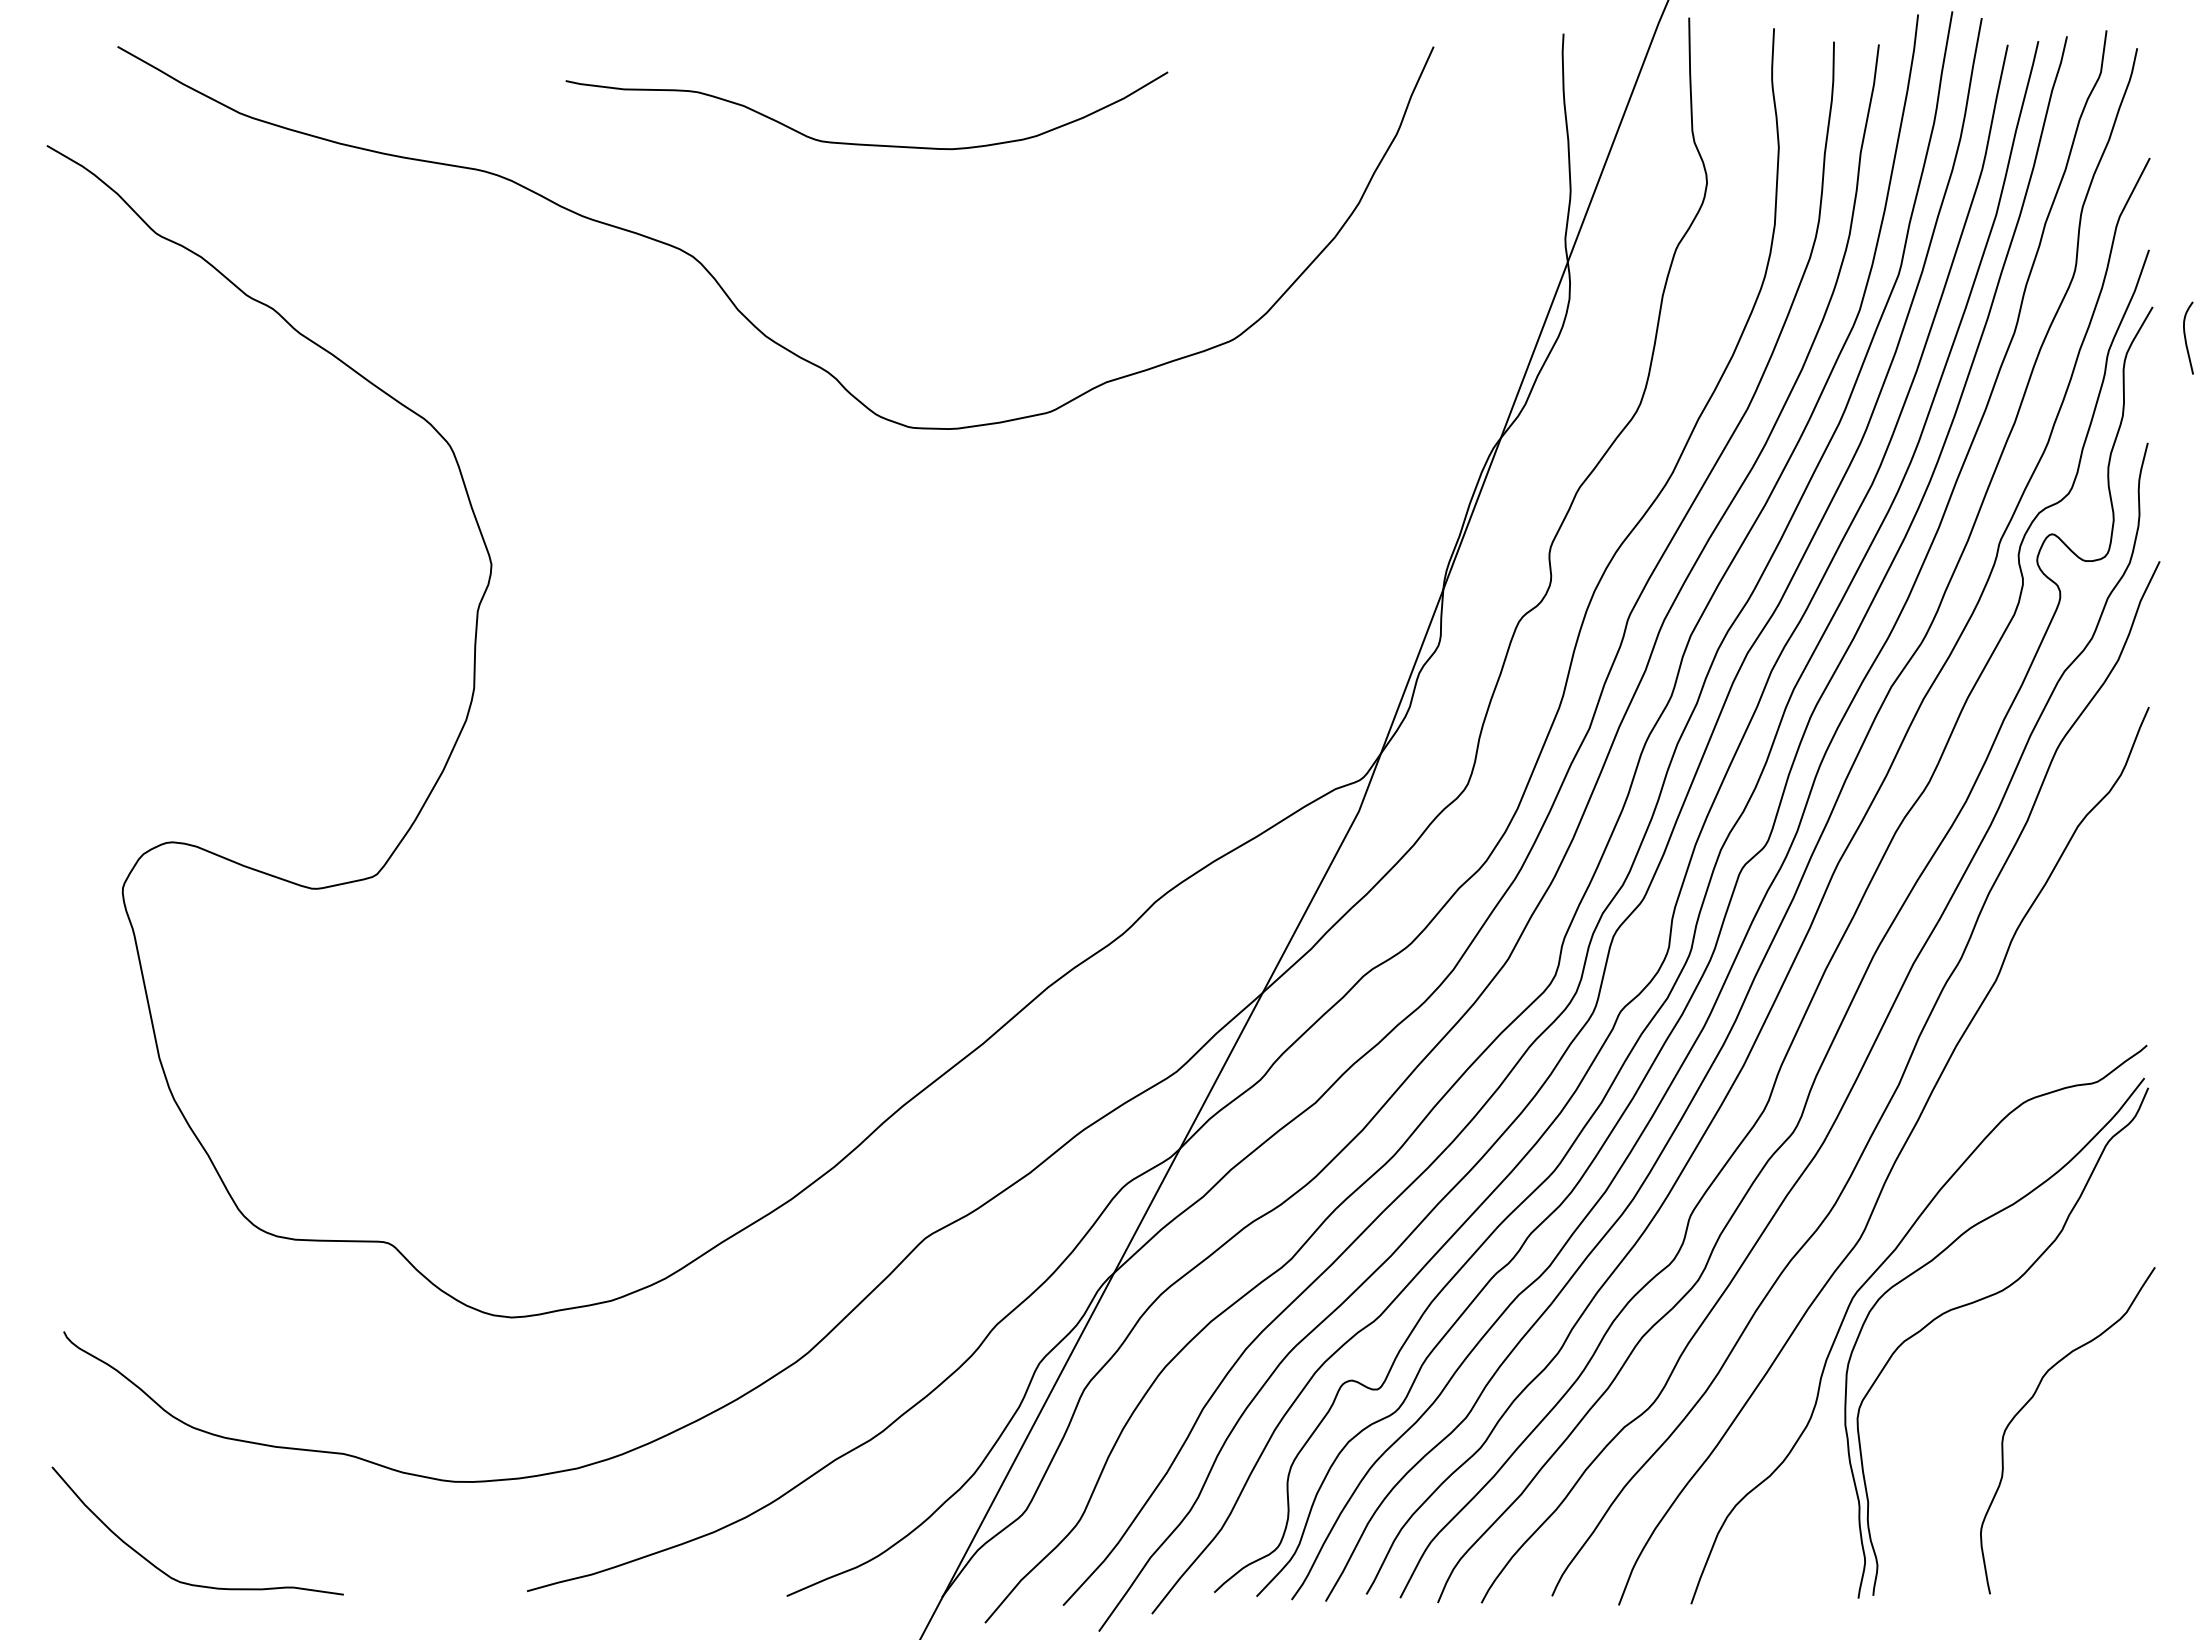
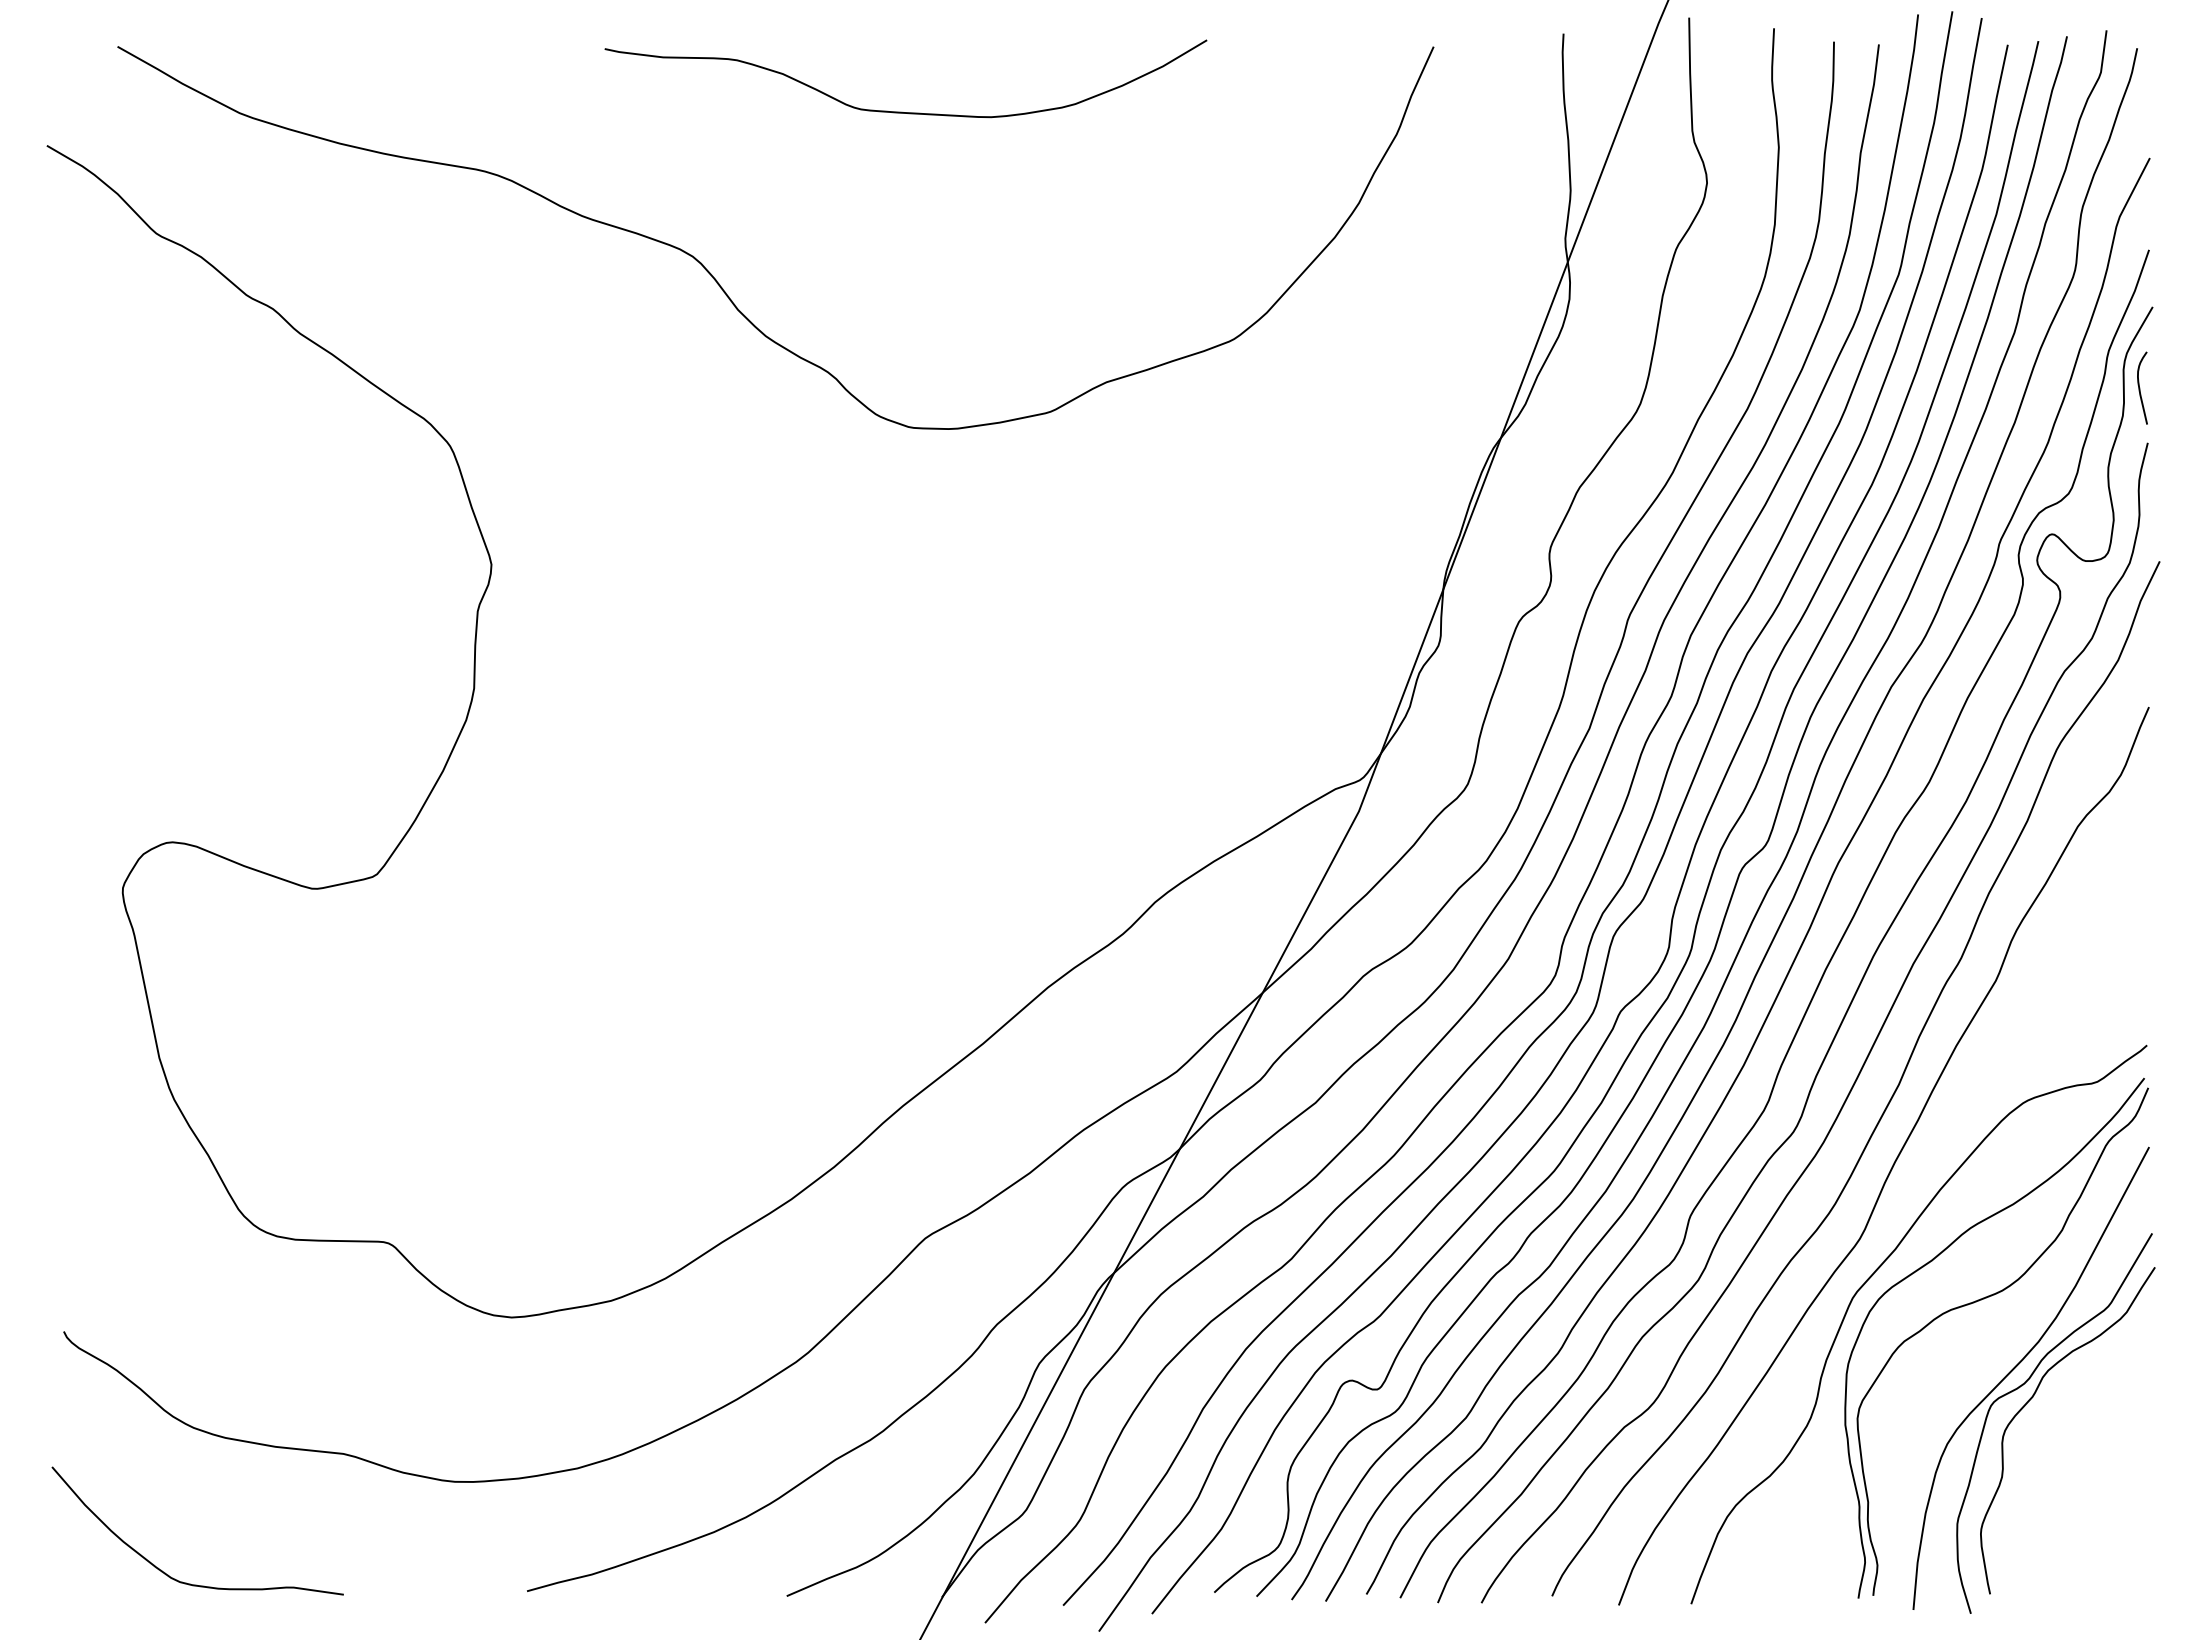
curve at (863, 143) position: (863, 143) -> (902, 111)
curve at (2186, 337) position: (2186, 337) -> (2140, 387)
part at (2032, 1379): none -> present
